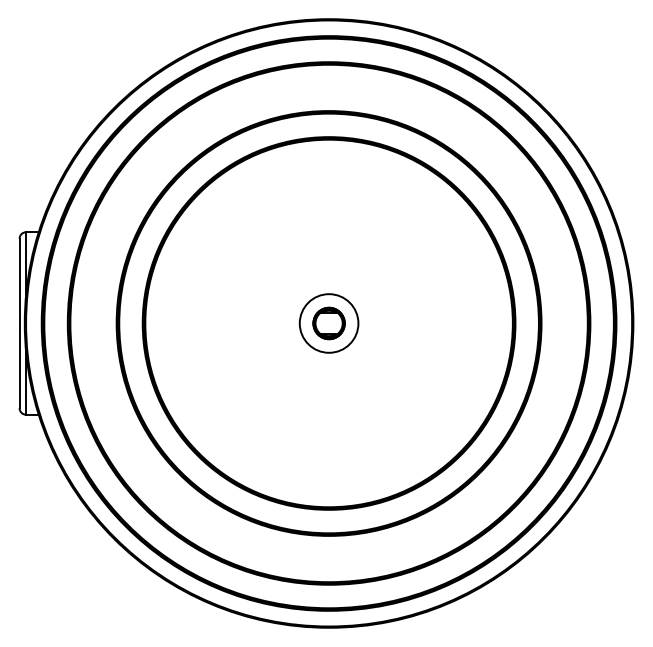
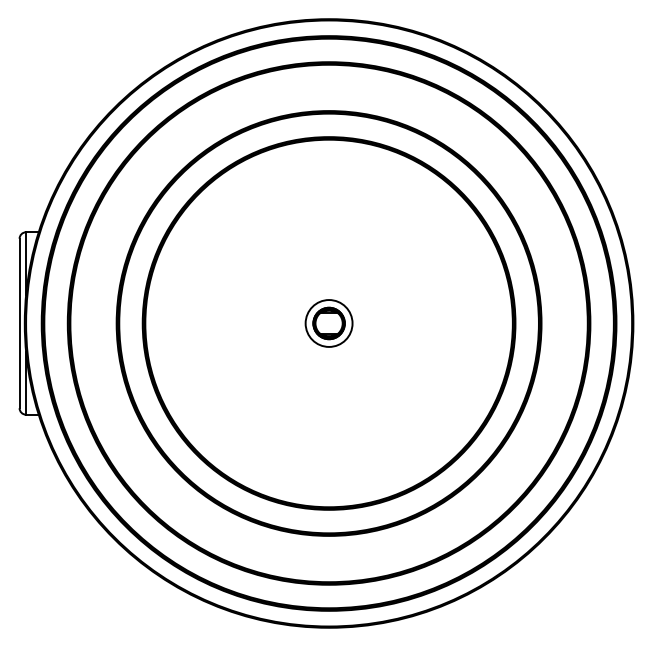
circle at (328, 323) diameter: 59 px -> 47 px
